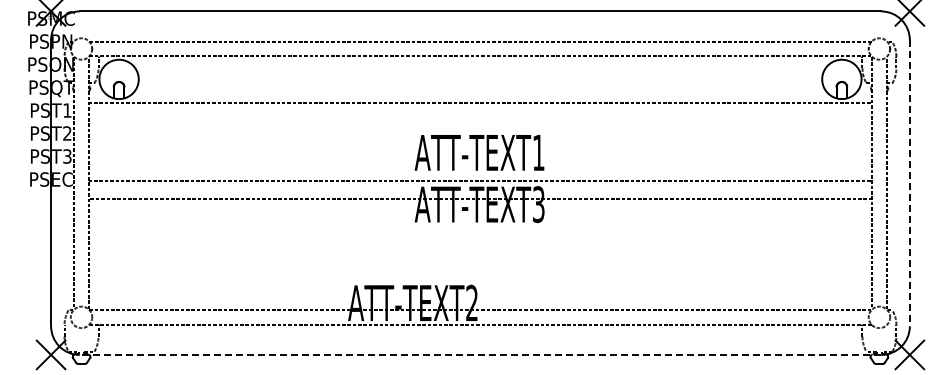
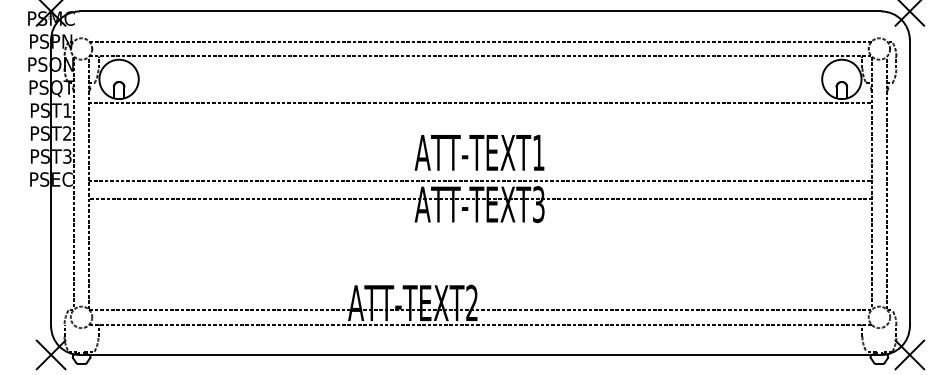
line at (909, 183): dashed -> solid
line at (480, 354): dashed -> solid
